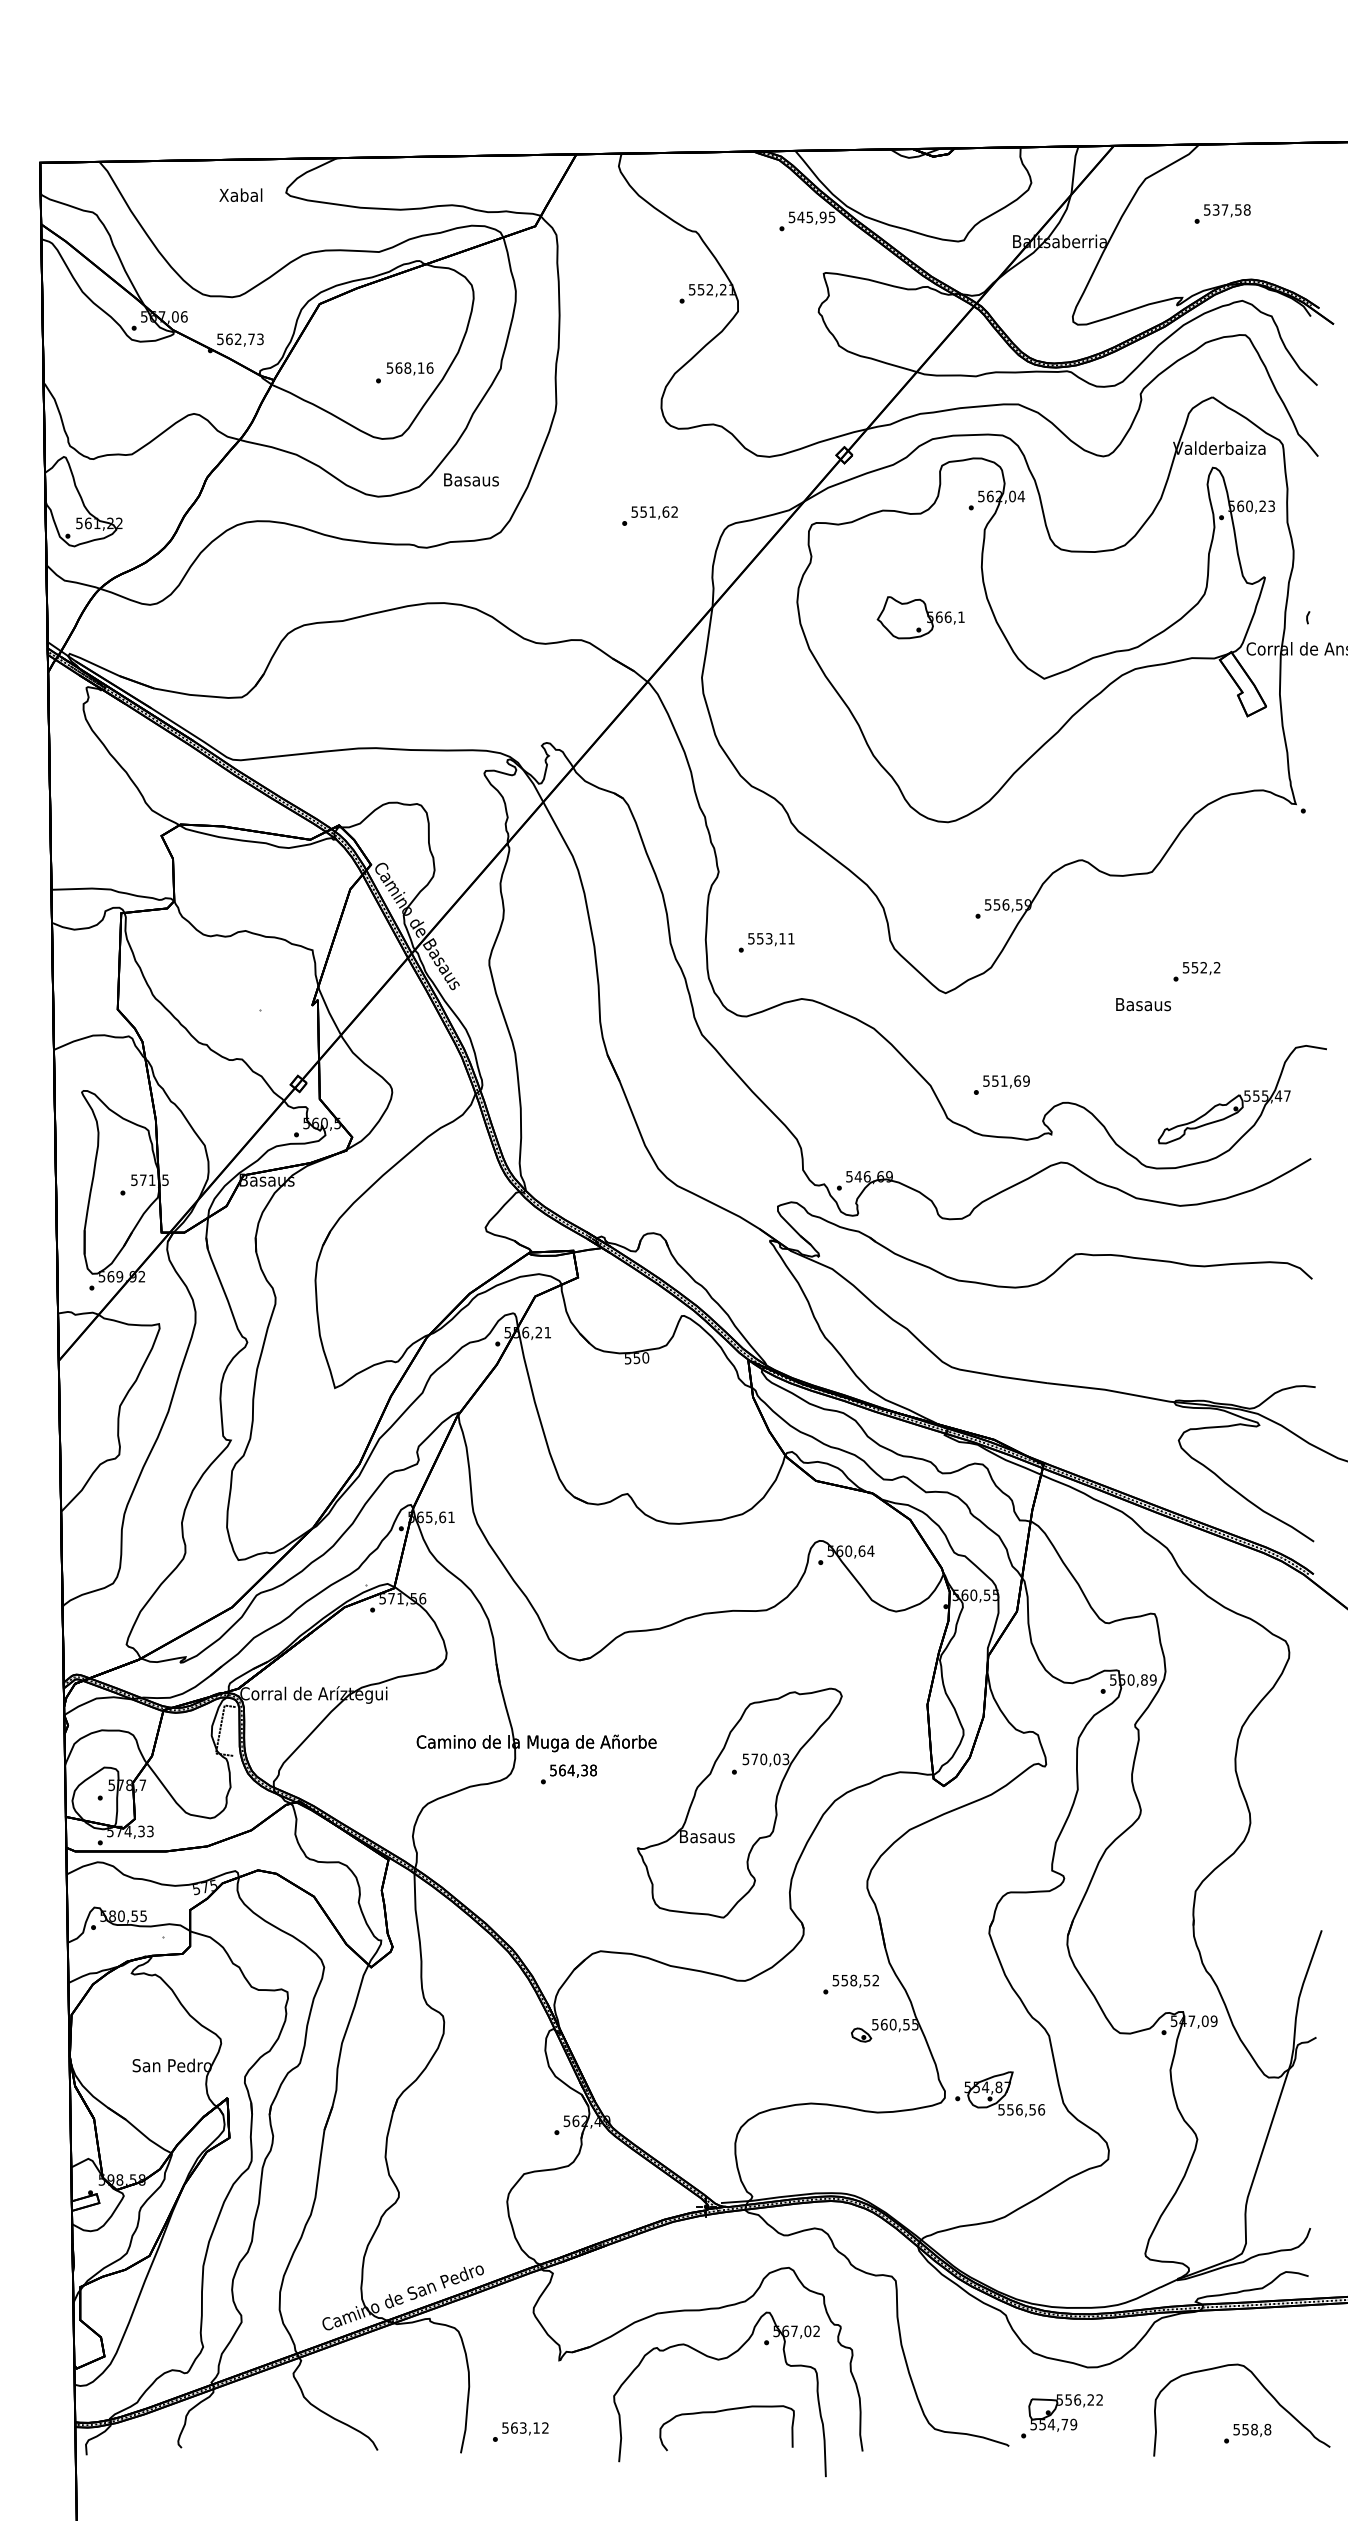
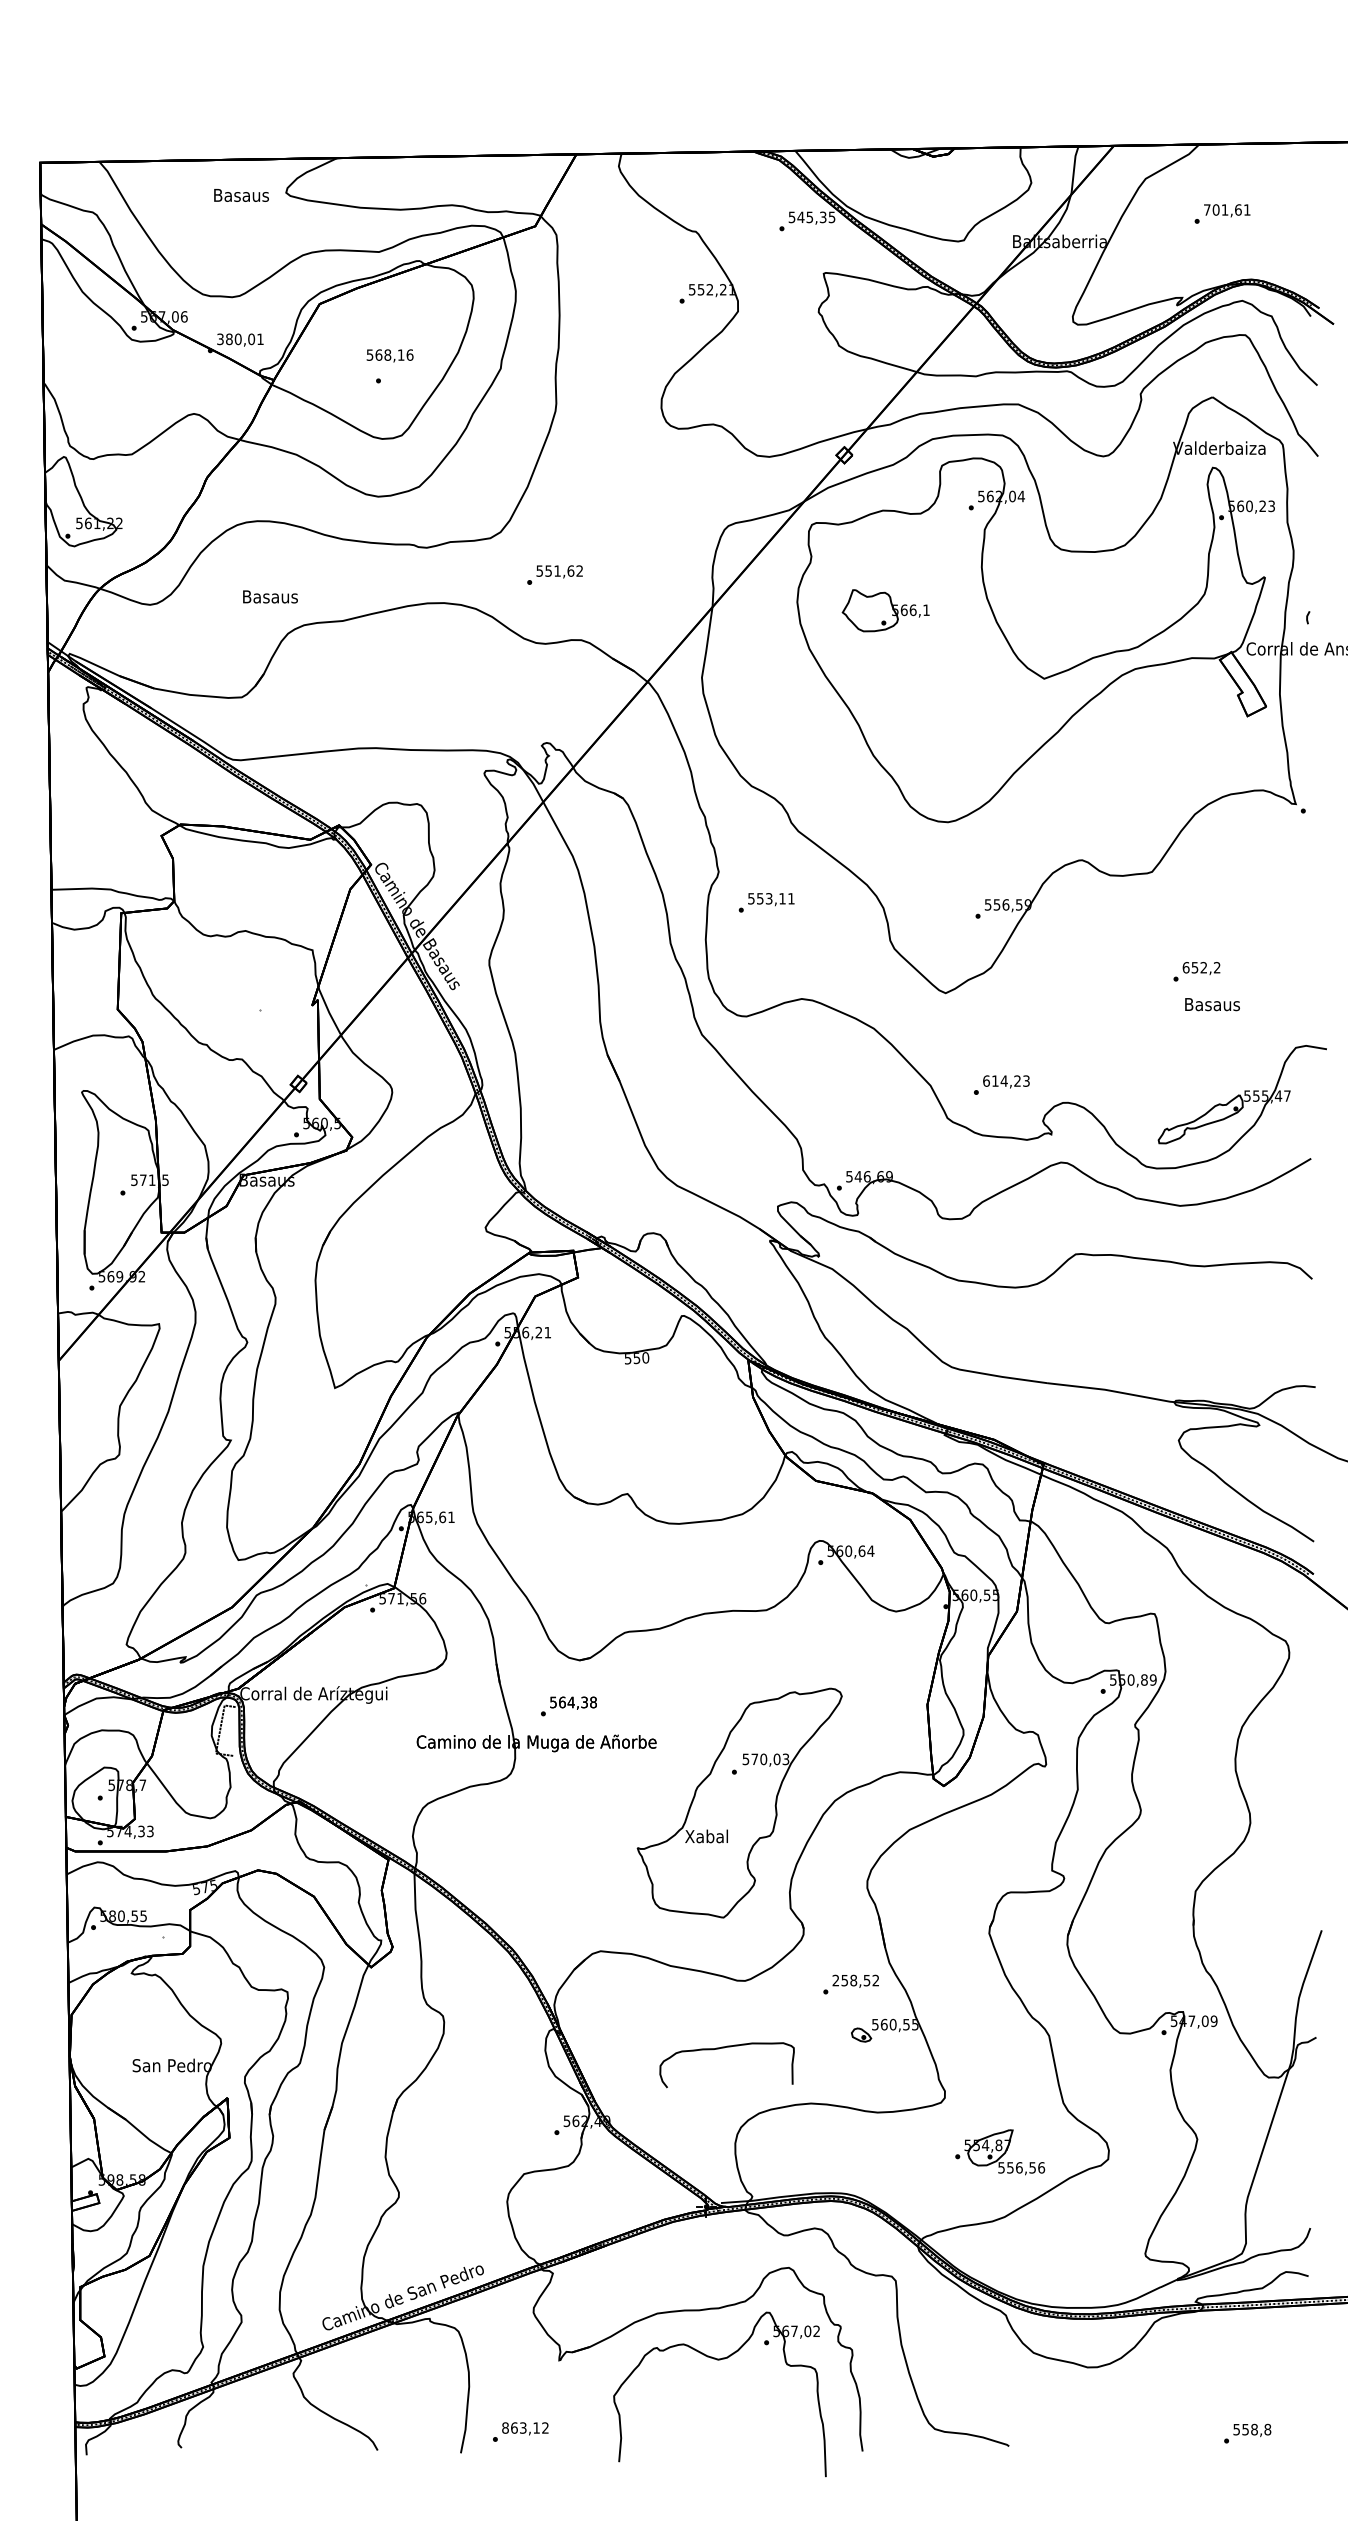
text at (241, 194): Xabal -> Basaus
text at (1227, 209): 537,58 -> 701,61
text at (822, 216): 545,95 -> 545,35
text at (240, 339): 562,73 -> 380,01
text at (409, 368) position: (409, 368) -> (389, 355)
text at (471, 479) position: (471, 479) -> (270, 596)
text at (649, 515) position: (649, 515) -> (554, 574)
part at (920, 617) position: (920, 617) -> (885, 610)
text at (766, 942) position: (766, 942) -> (766, 902)
text at (1185, 967): 552,2 -> 652,2
text at (1143, 1004) position: (1143, 1004) -> (1212, 1004)
text at (1006, 1080): 551,69 -> 614,23
text at (568, 1774) position: (568, 1774) -> (568, 1706)
text at (707, 1836): Basaus -> Xabal
text at (835, 1980): 558,52 -> 258,52
part at (1000, 2094) position: (1000, 2094) -> (1000, 2152)
curve at (1263, 2388): present -> none
curve at (724, 2411) position: (724, 2411) -> (724, 2048)
part at (1061, 2416): present -> none
text at (505, 2427): 563,12 -> 863,12
